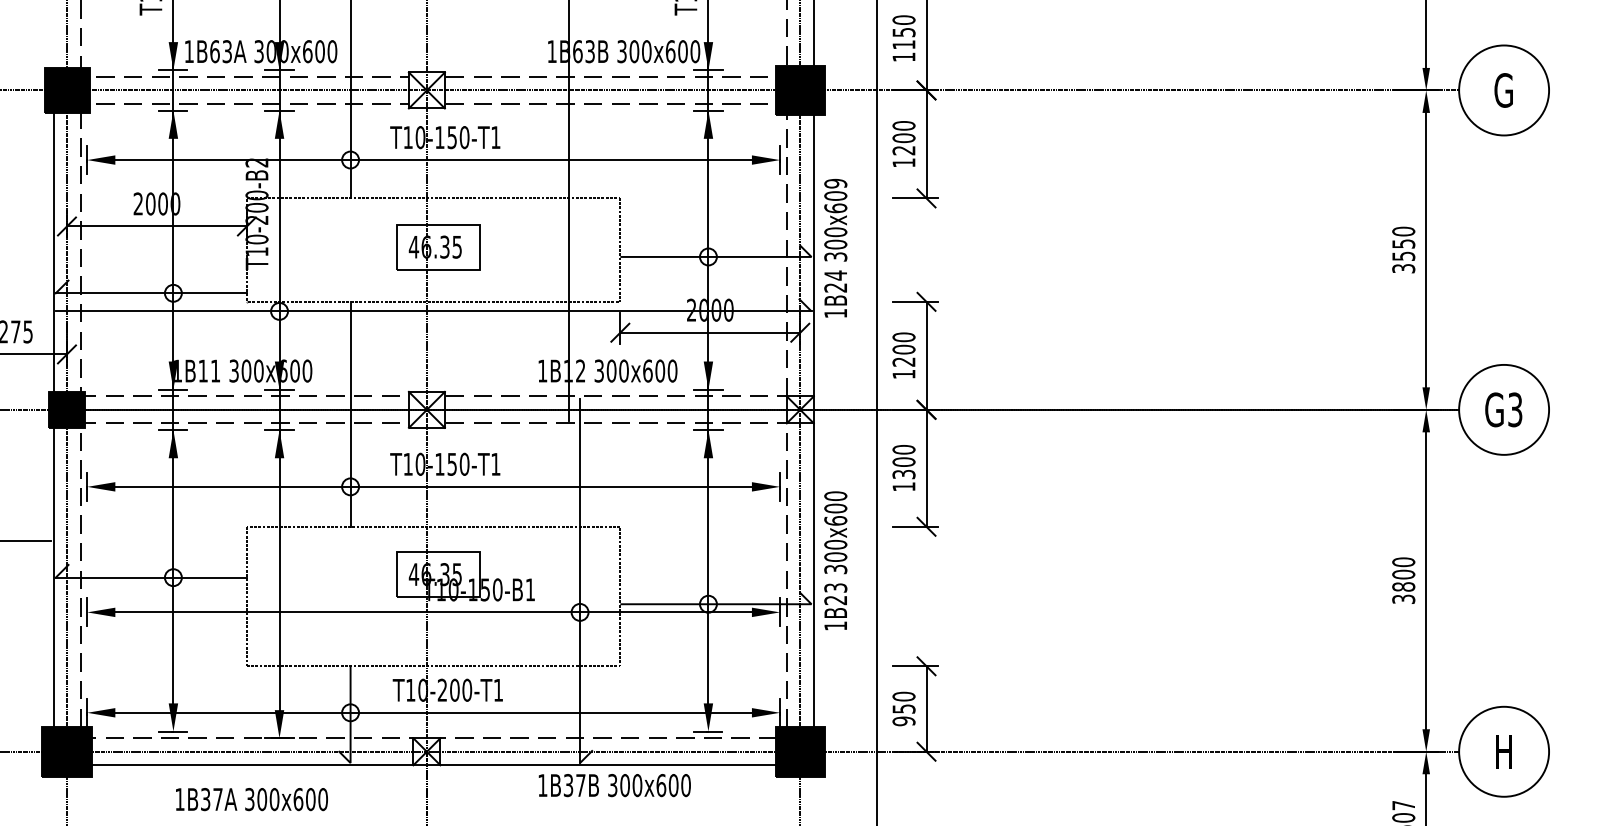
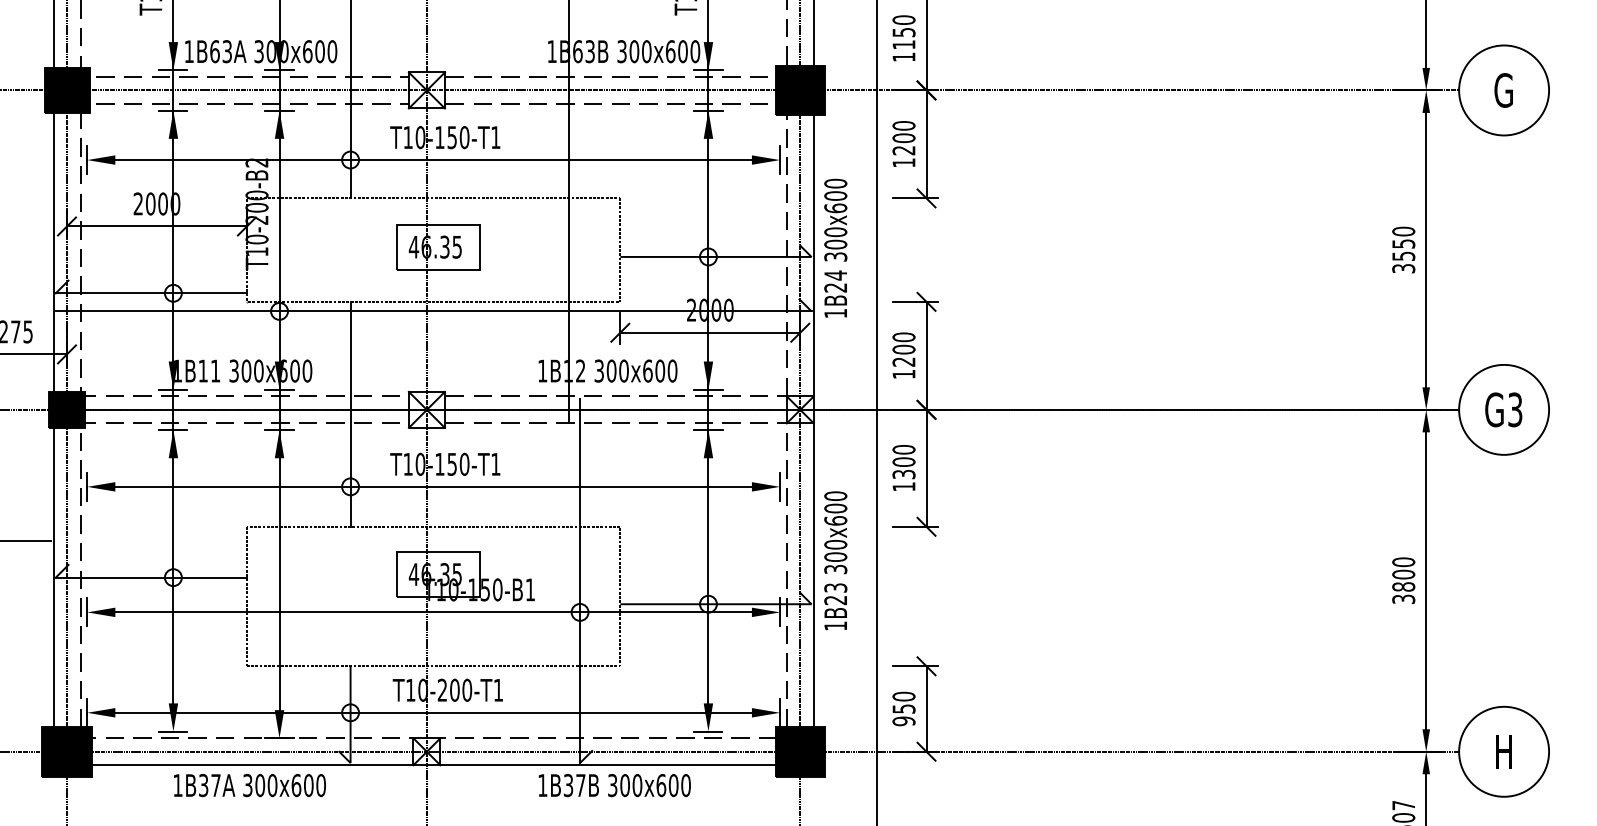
line at (53, 34): none -> present
text at (835, 183): 300x609 -> 300x600
text at (251, 799) position: (251, 799) -> (249, 785)
